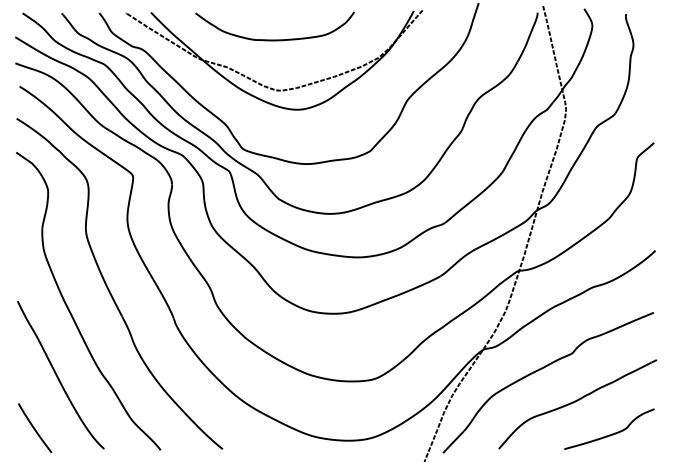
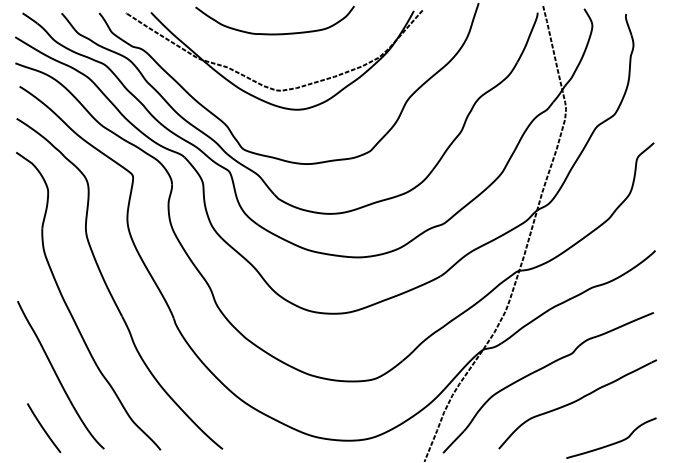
curve at (274, 39) position: (274, 39) -> (274, 33)
line at (35, 428) position: (35, 428) -> (44, 428)
curve at (612, 433) position: (612, 433) -> (614, 442)
